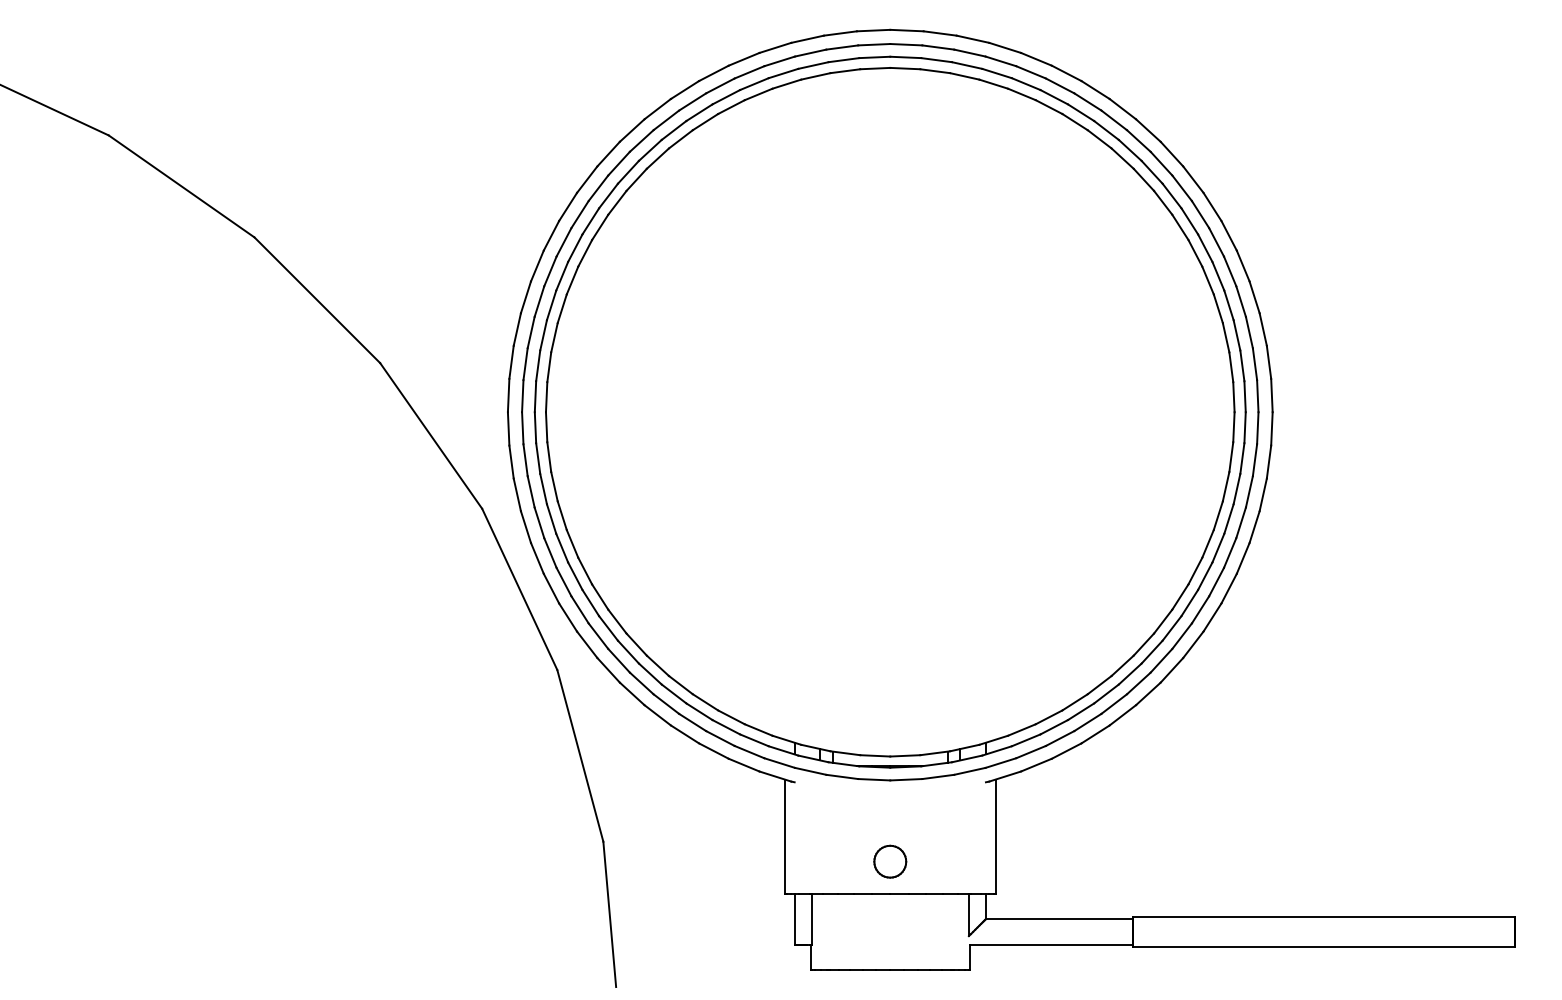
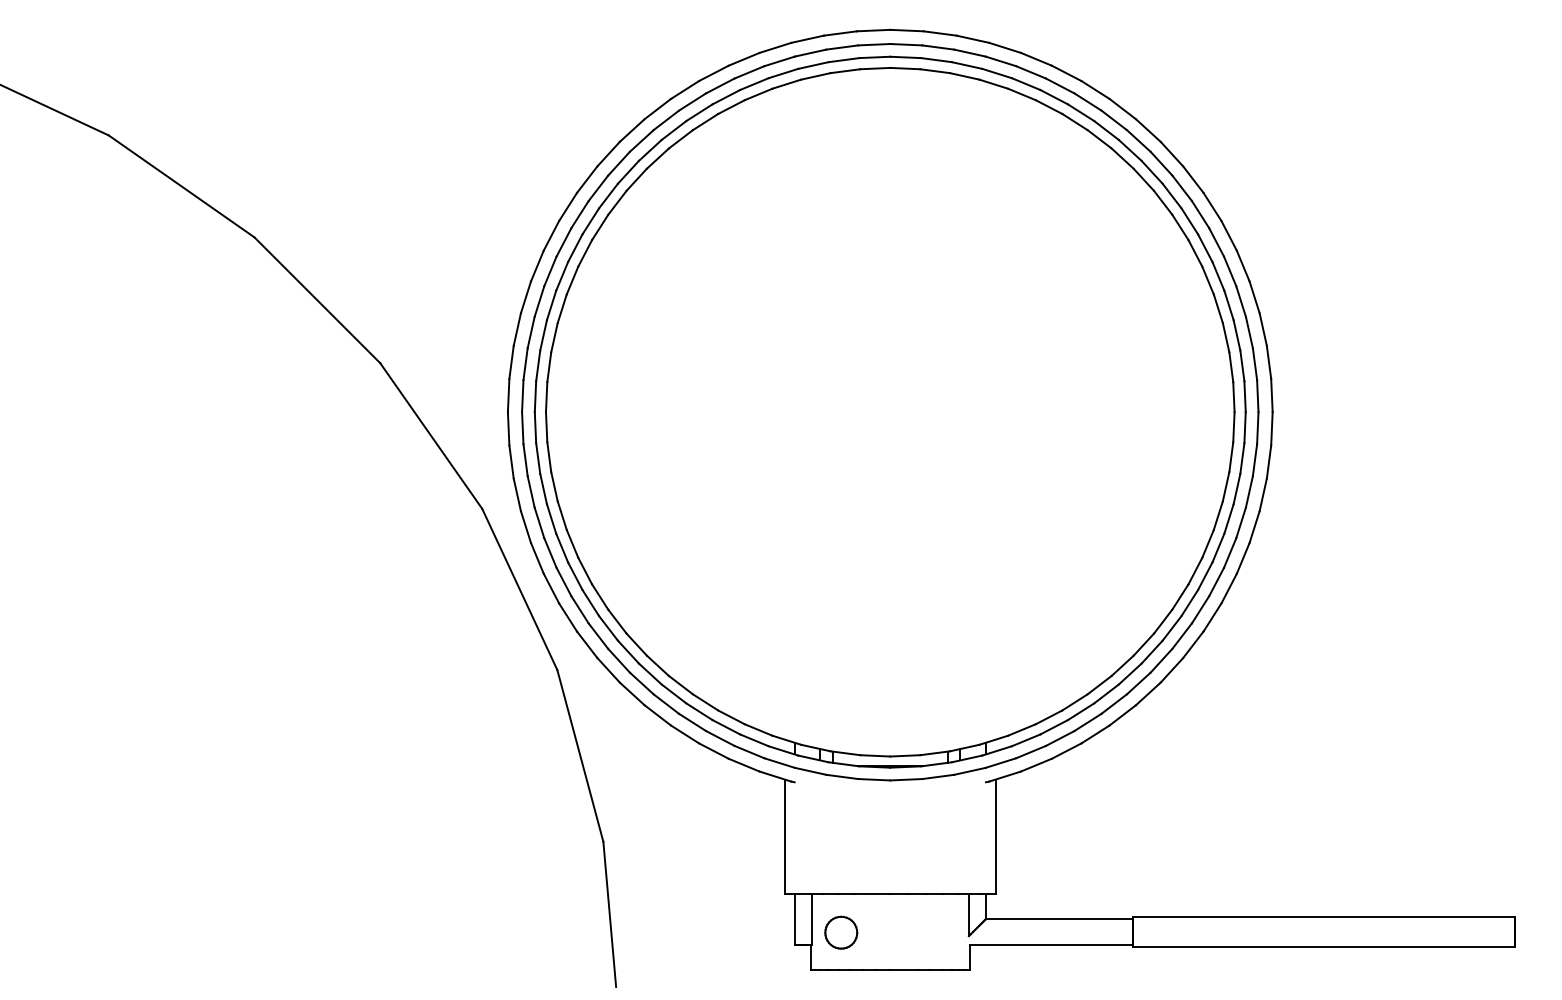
part at (890, 861) position: (890, 861) -> (841, 932)
